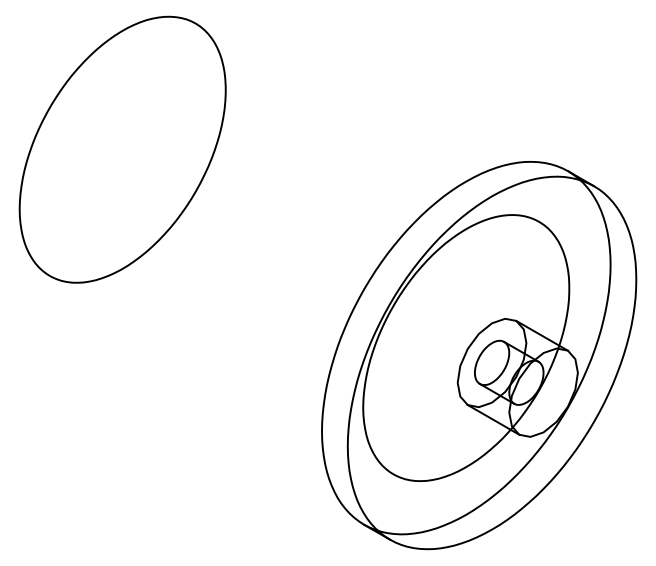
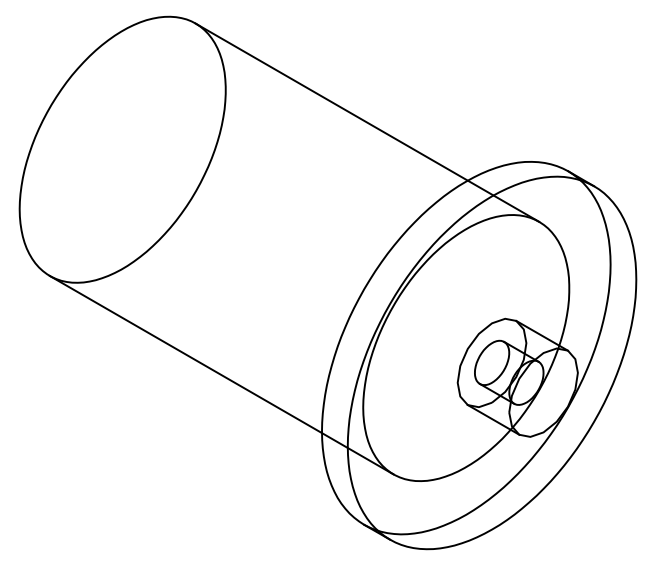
line at (367, 122): none -> present
line at (221, 375): none -> present
